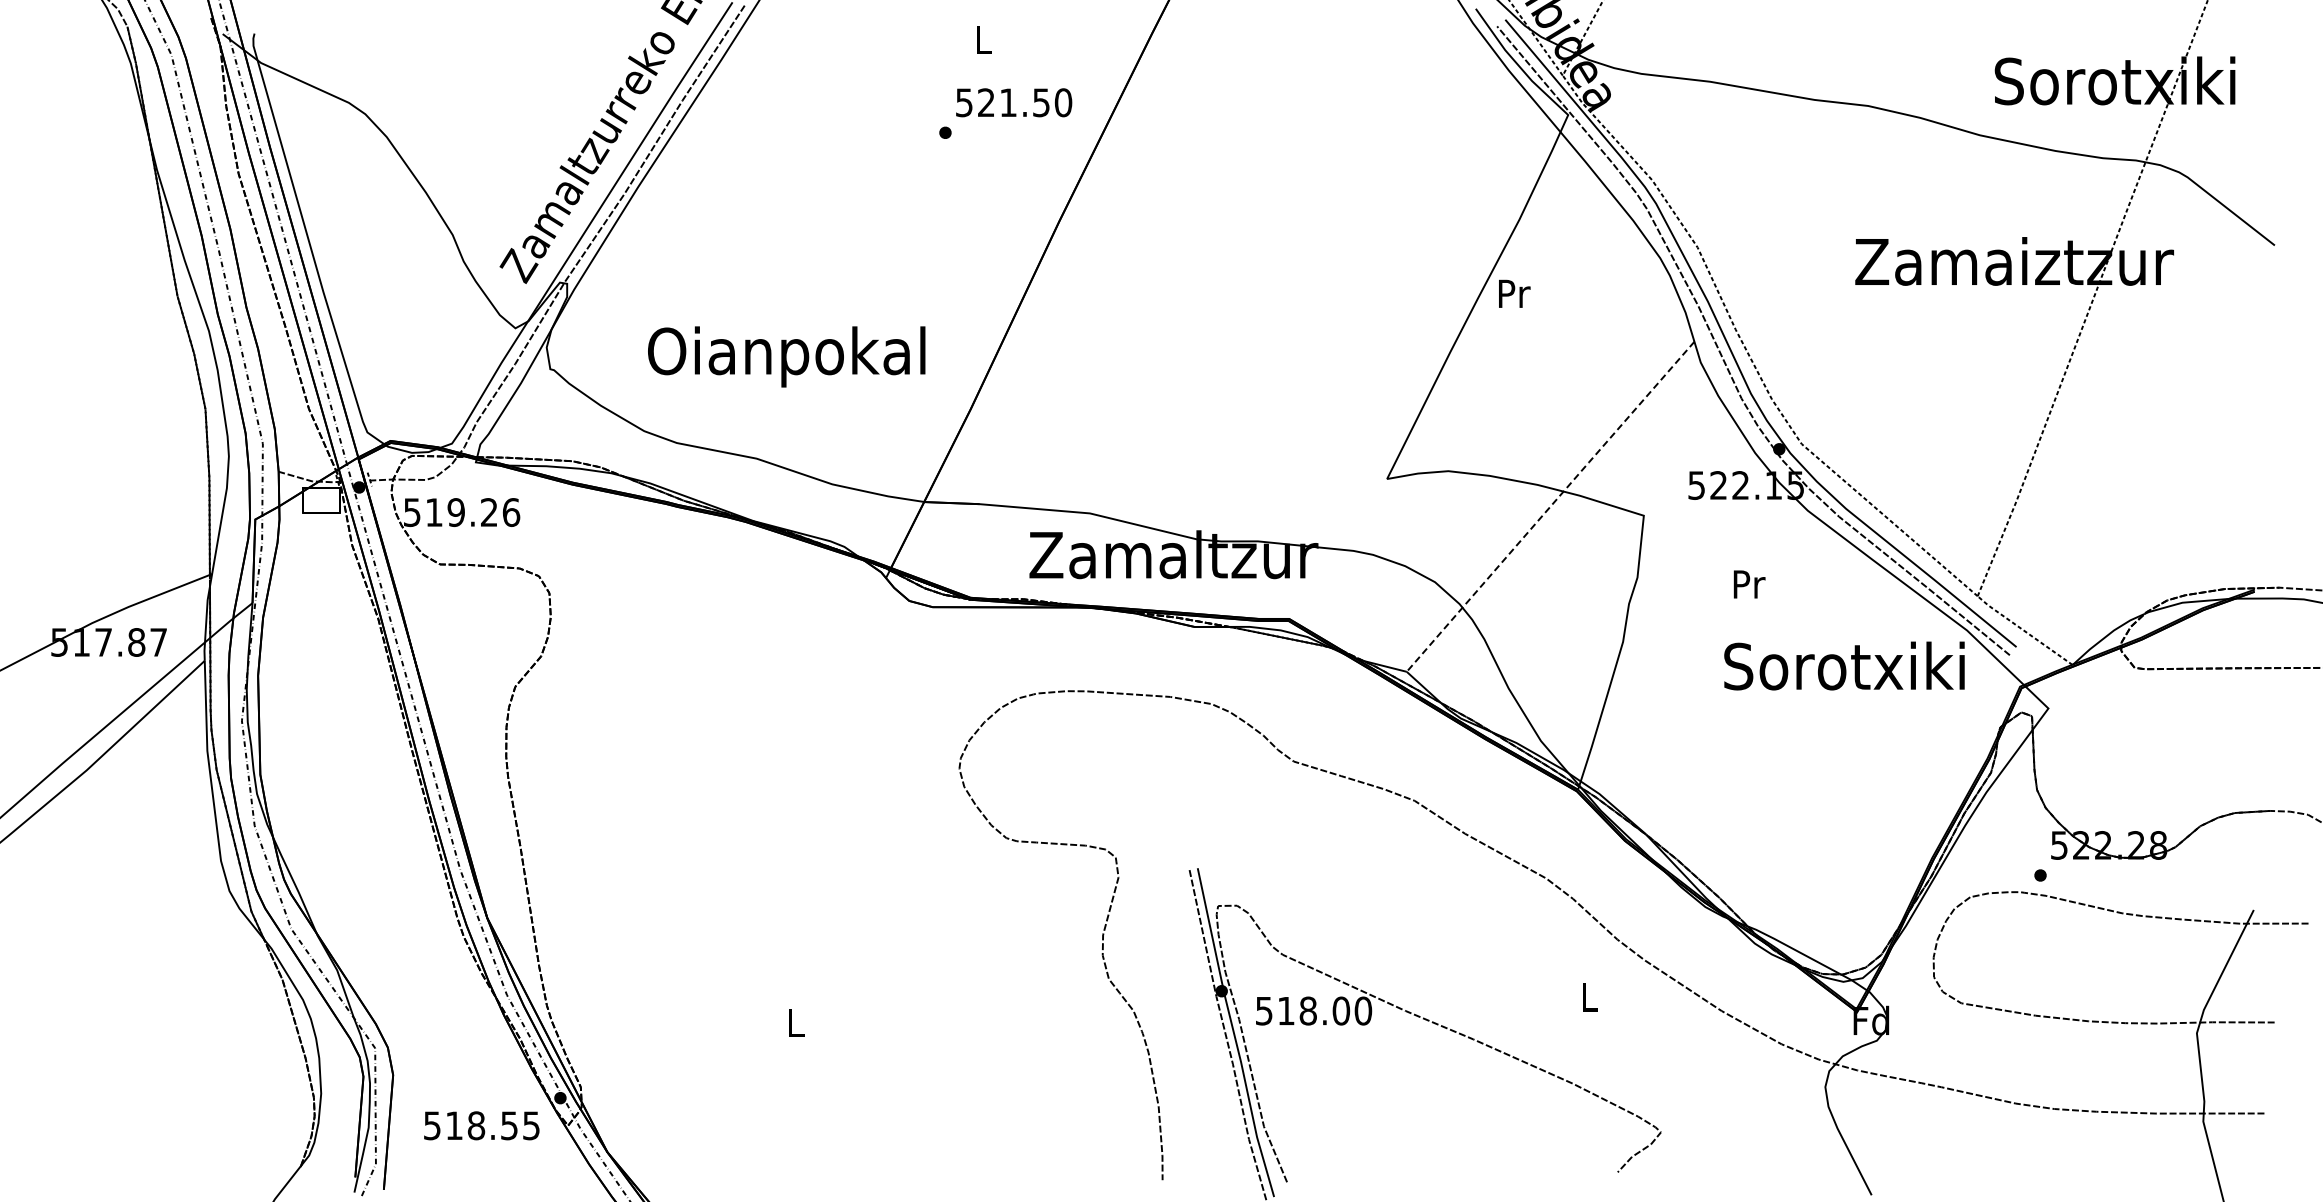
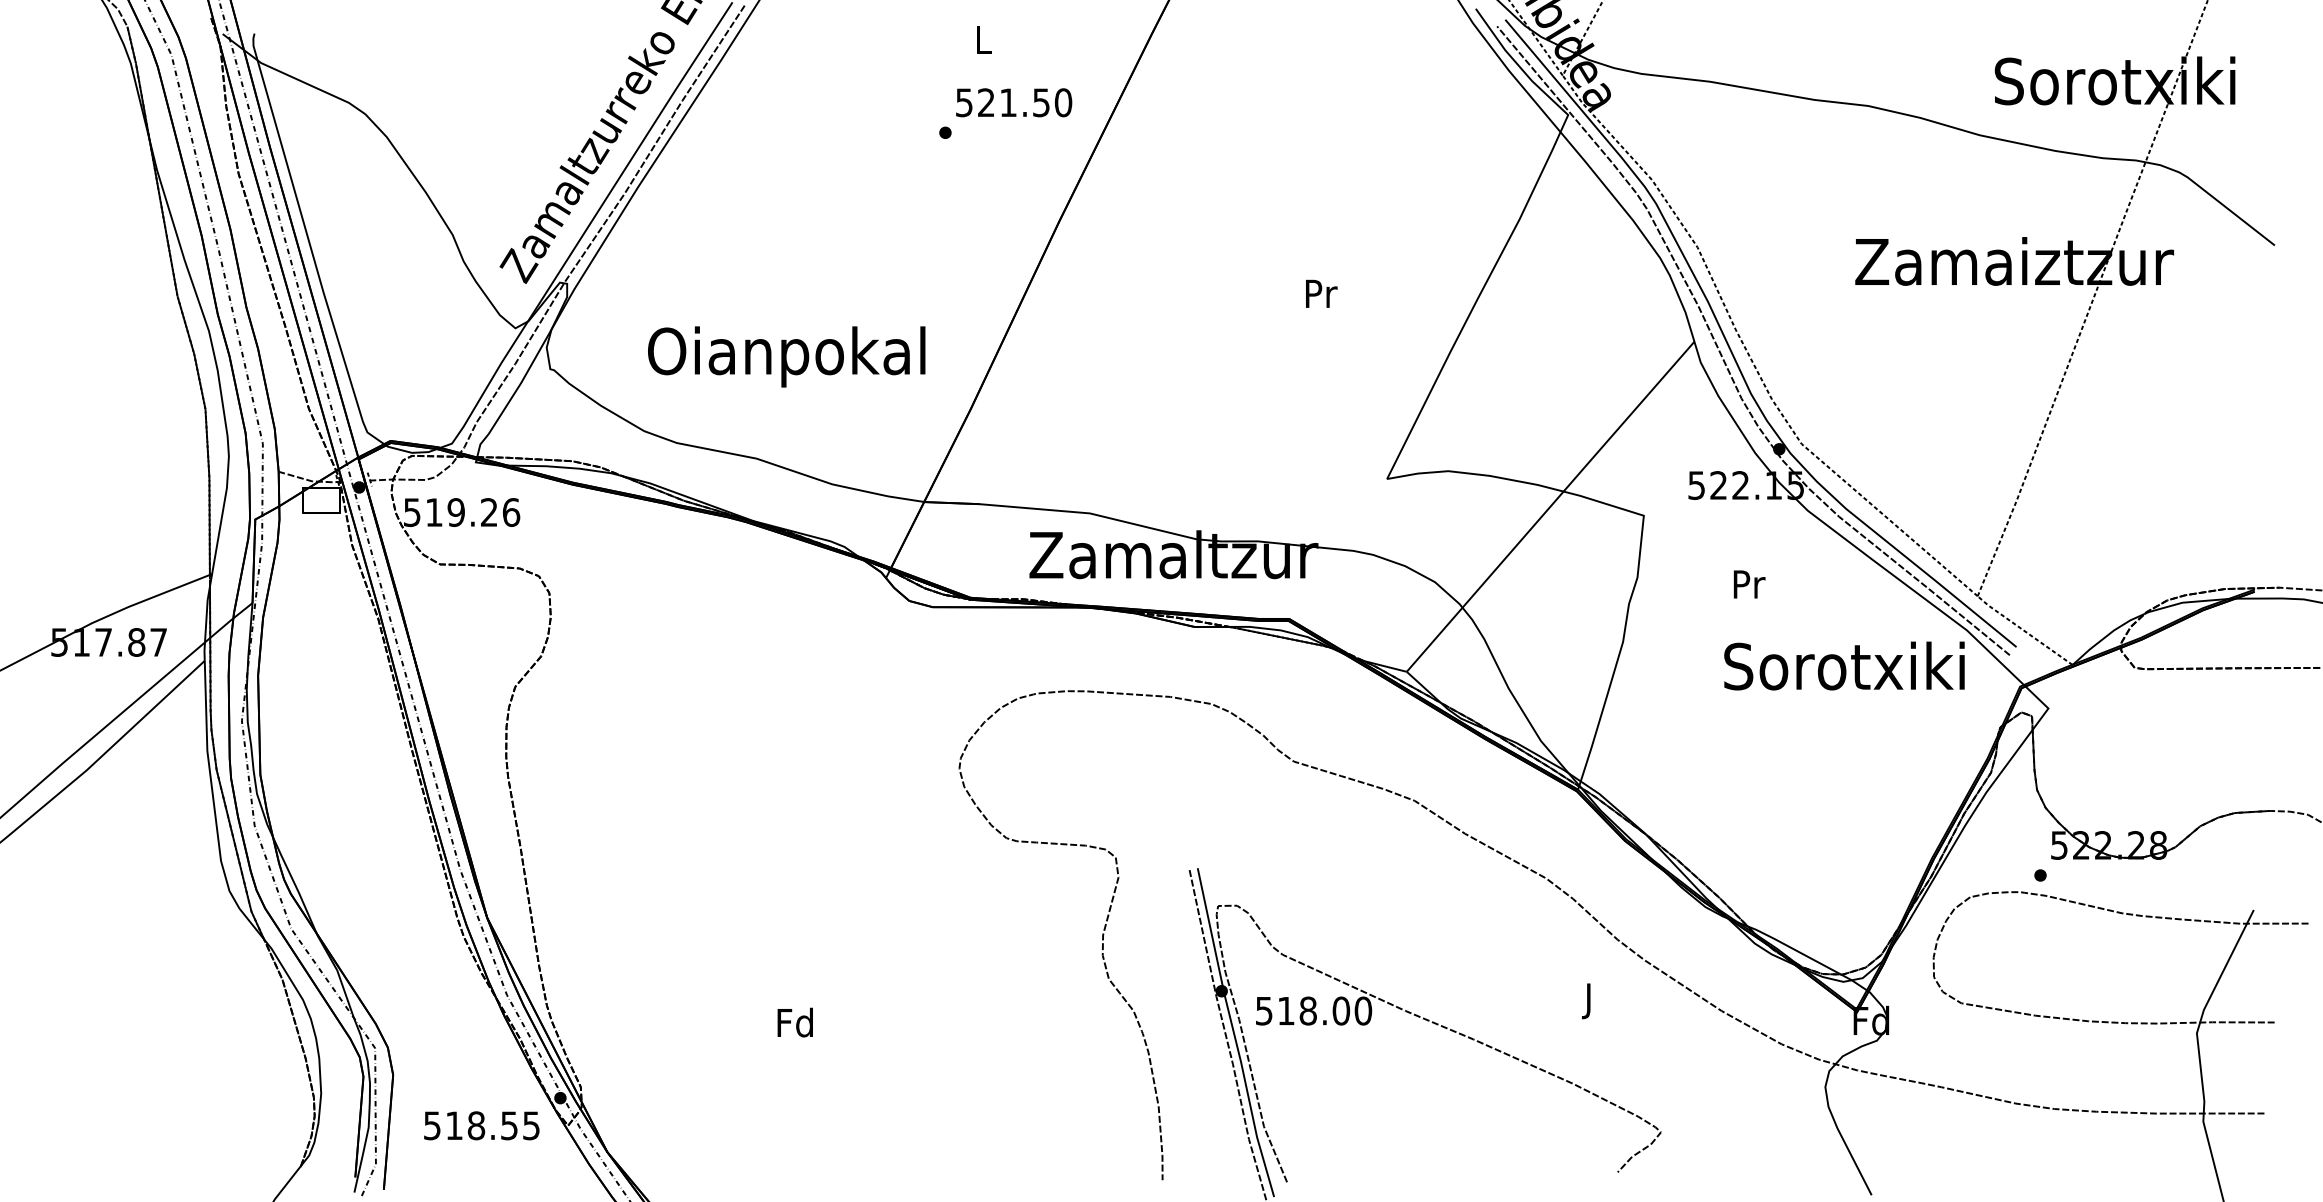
text at (1514, 293) position: (1514, 293) -> (1321, 293)
line at (1550, 506): dashed -> solid
text at (1589, 1001): L -> J
text at (794, 1022): L -> Fd
